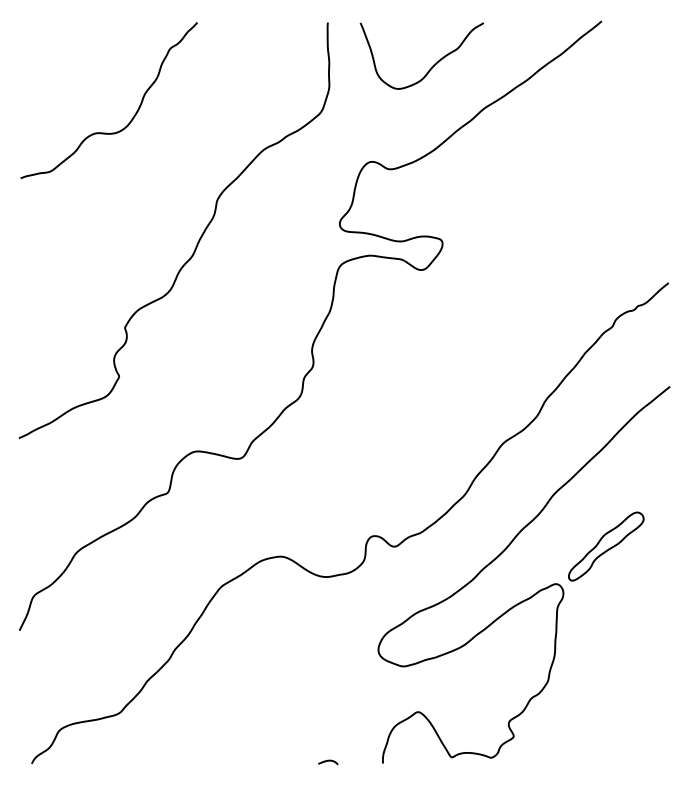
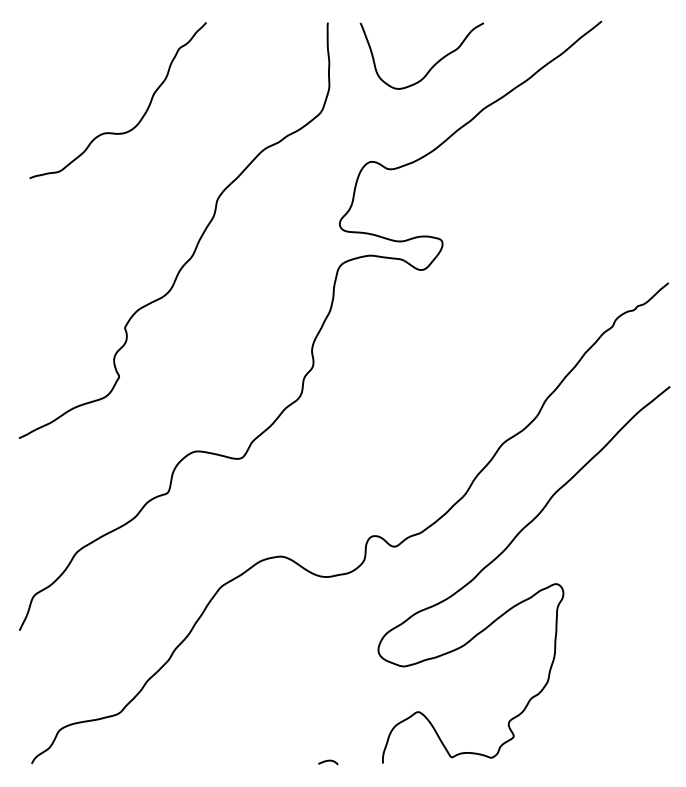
curve at (133, 115) position: (133, 115) -> (142, 115)
part at (606, 546): present -> none
